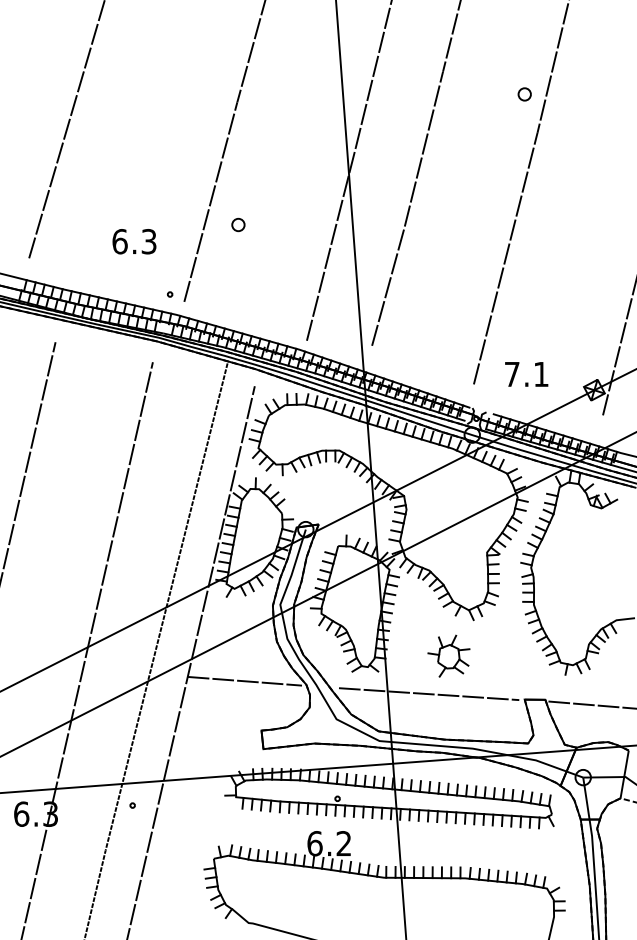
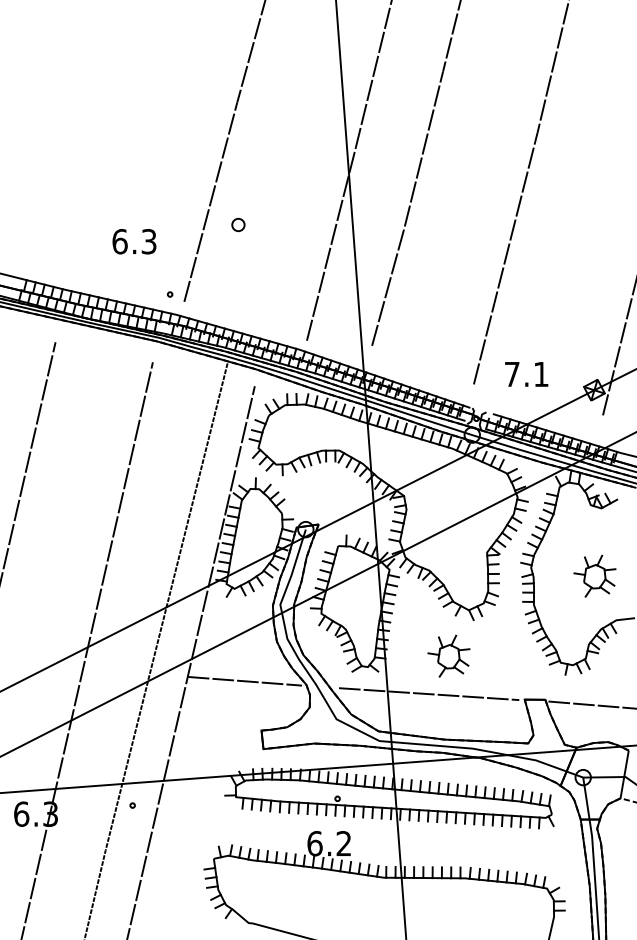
part at (524, 94): present -> none
line at (66, 130): present -> none
part at (594, 575): none -> present
